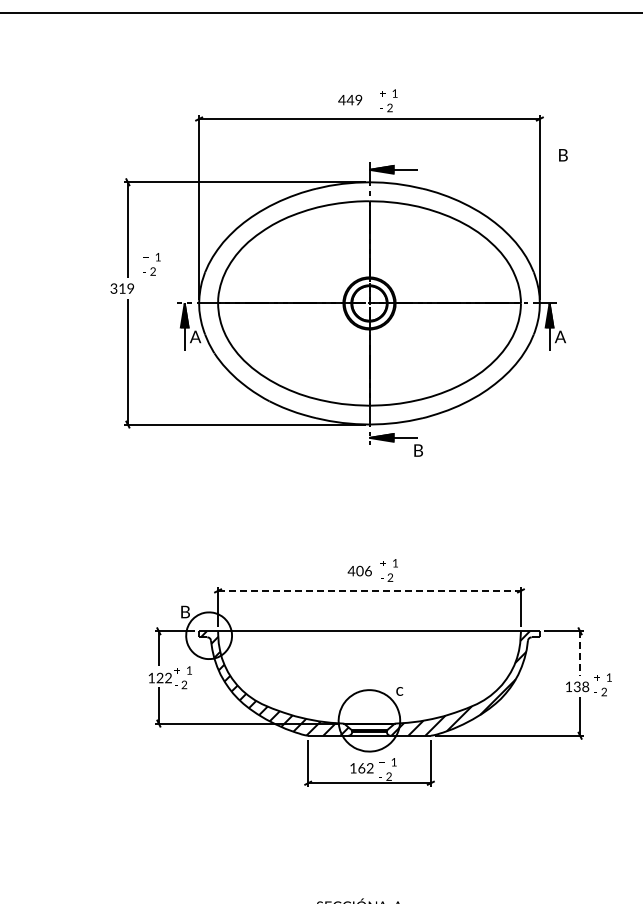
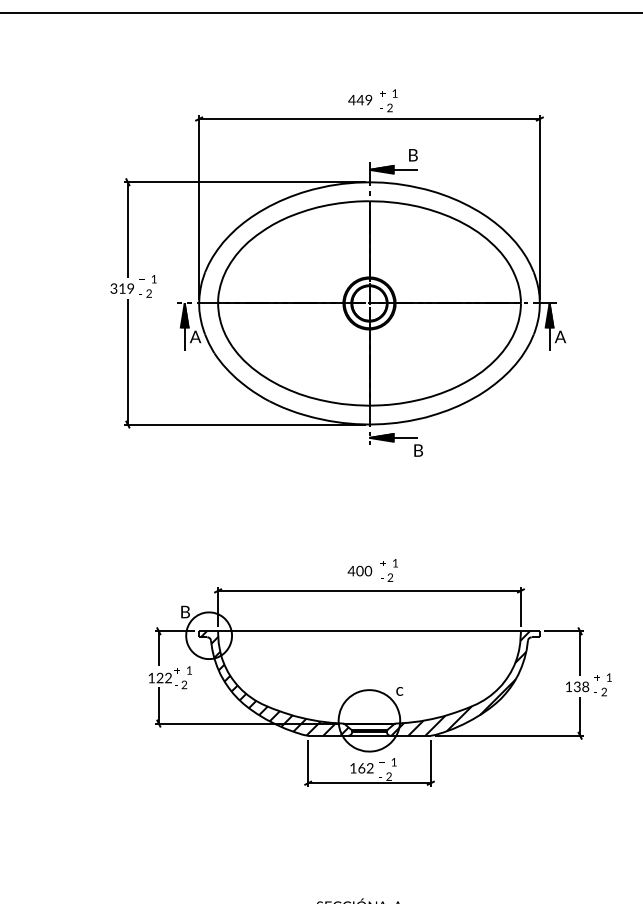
text at (350, 99) position: (350, 99) -> (360, 99)
text at (563, 155) position: (563, 155) -> (413, 155)
text at (151, 264) position: (151, 264) -> (147, 286)
text at (368, 570): 406 -> 400
line at (370, 590): dashed -> solid
line at (580, 653): dashed -> solid
